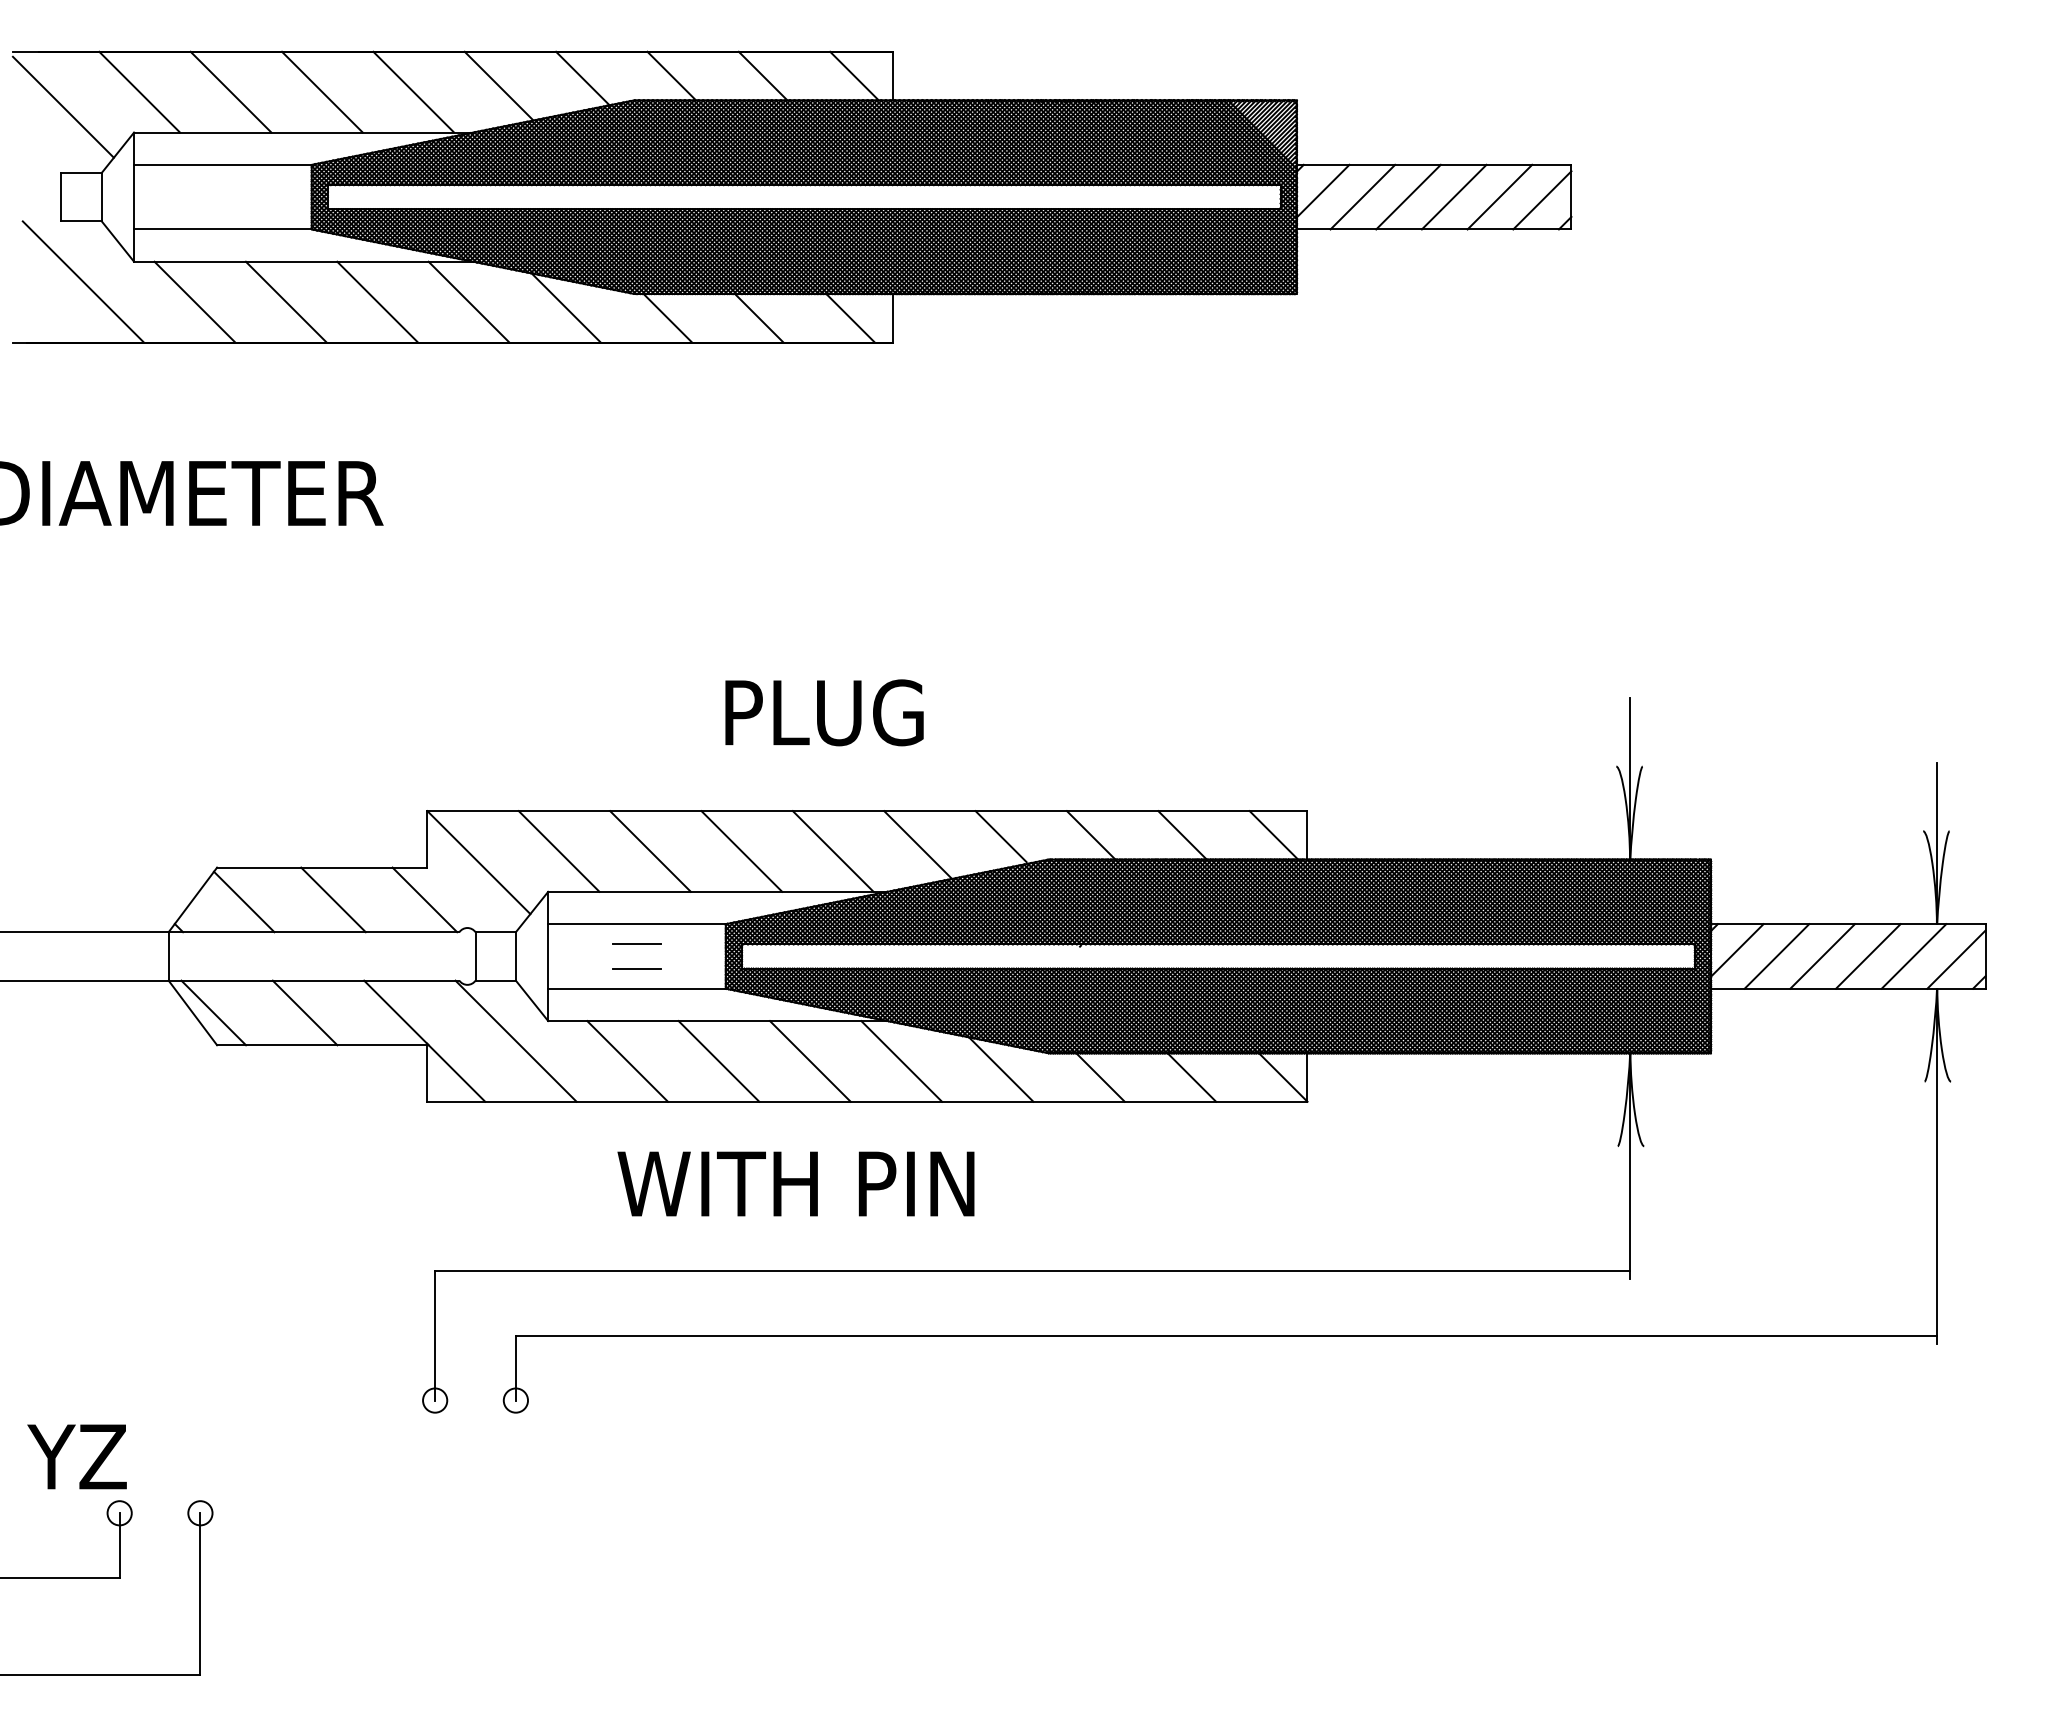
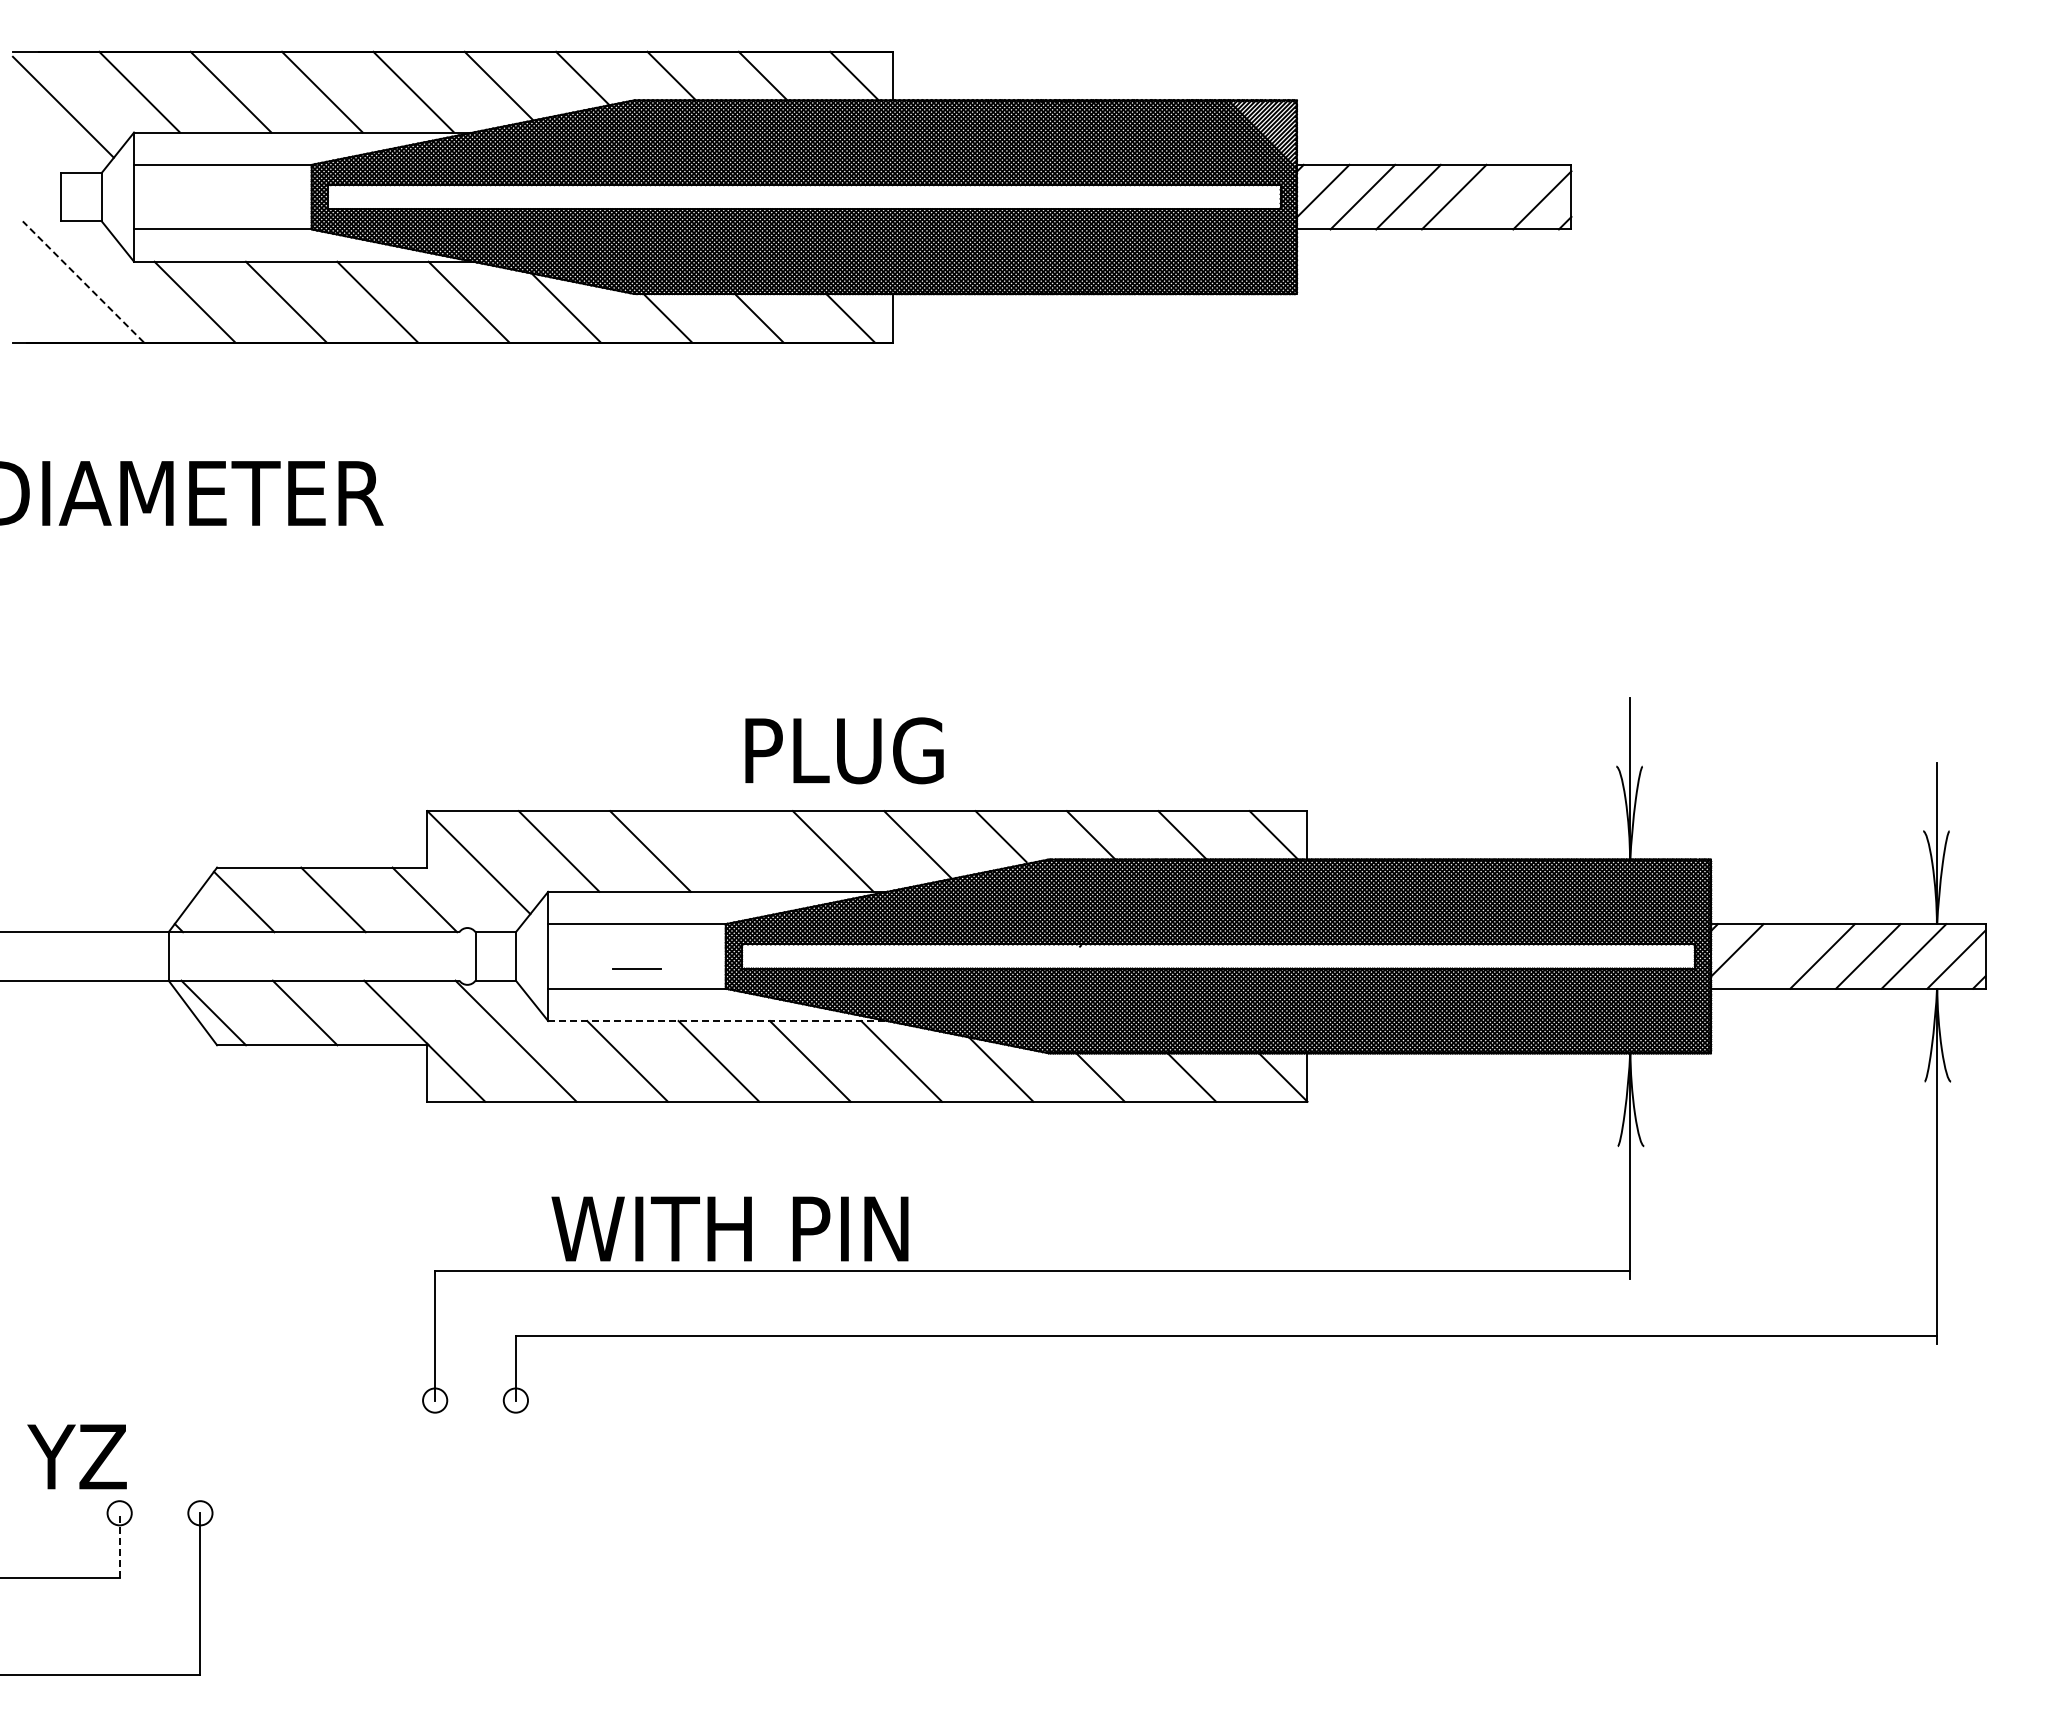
line at (1499, 196): present -> none
line at (83, 281): solid -> dashed
text at (824, 712) position: (824, 712) -> (844, 750)
line at (741, 851): present -> none
line at (636, 943): present -> none
line at (1776, 956): present -> none
line at (717, 1021): solid -> dashed
text at (795, 1183) position: (795, 1183) -> (729, 1228)
line at (119, 1545): solid -> dashed
